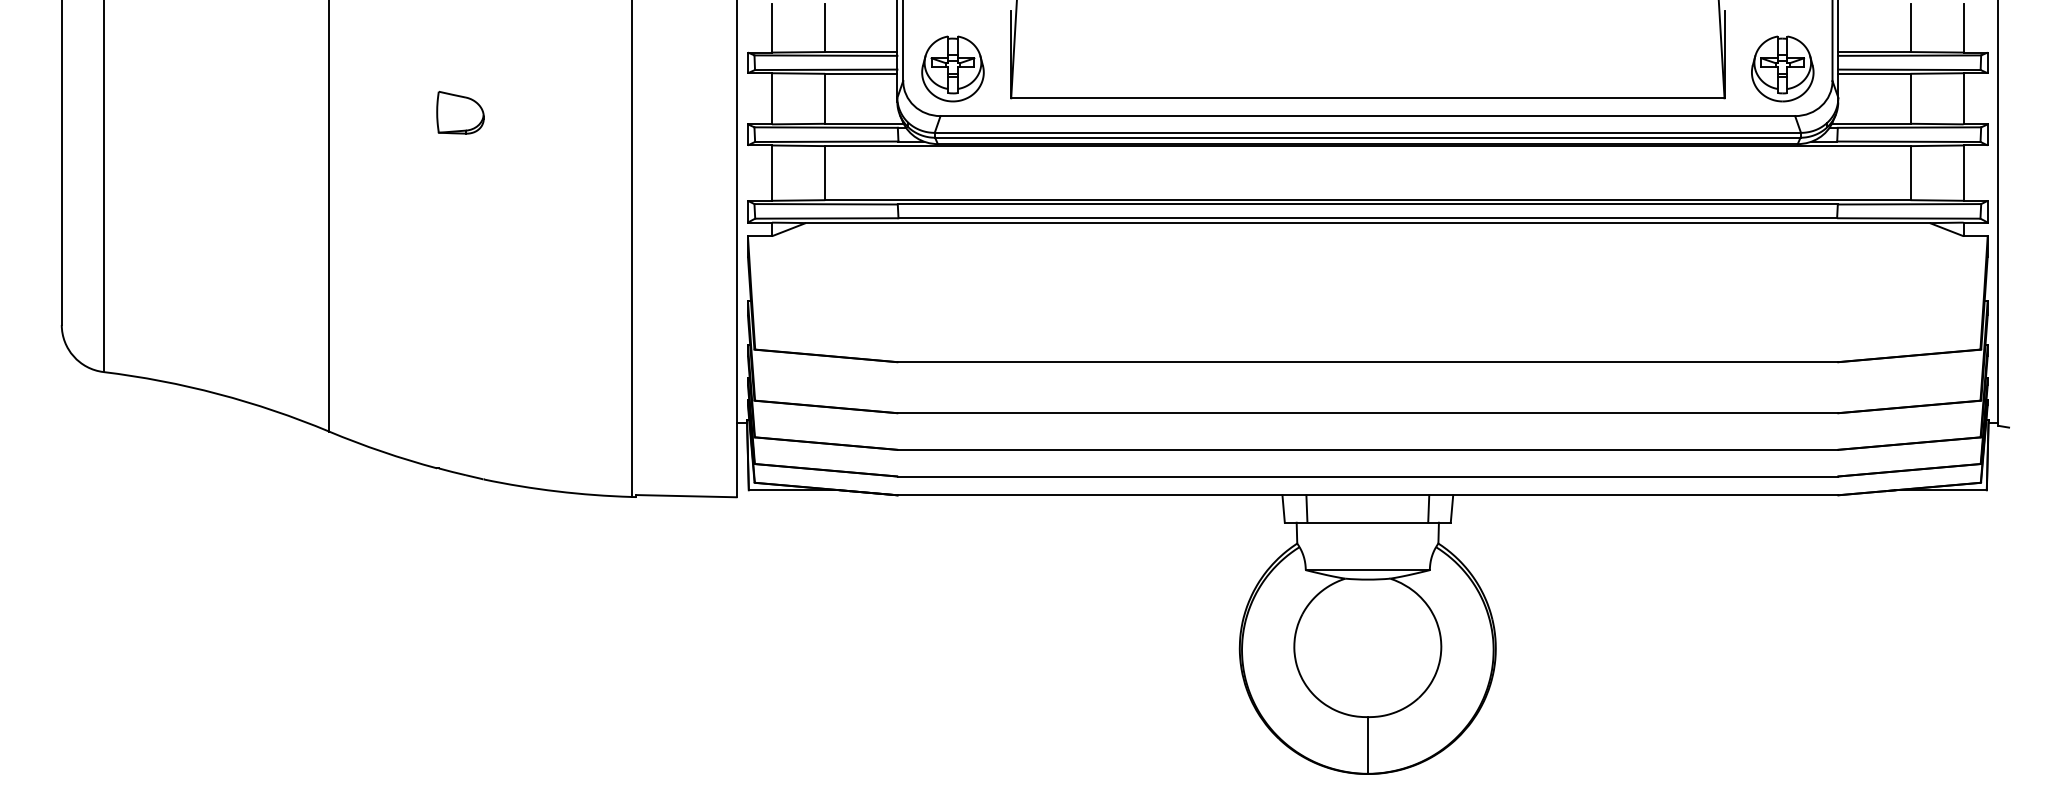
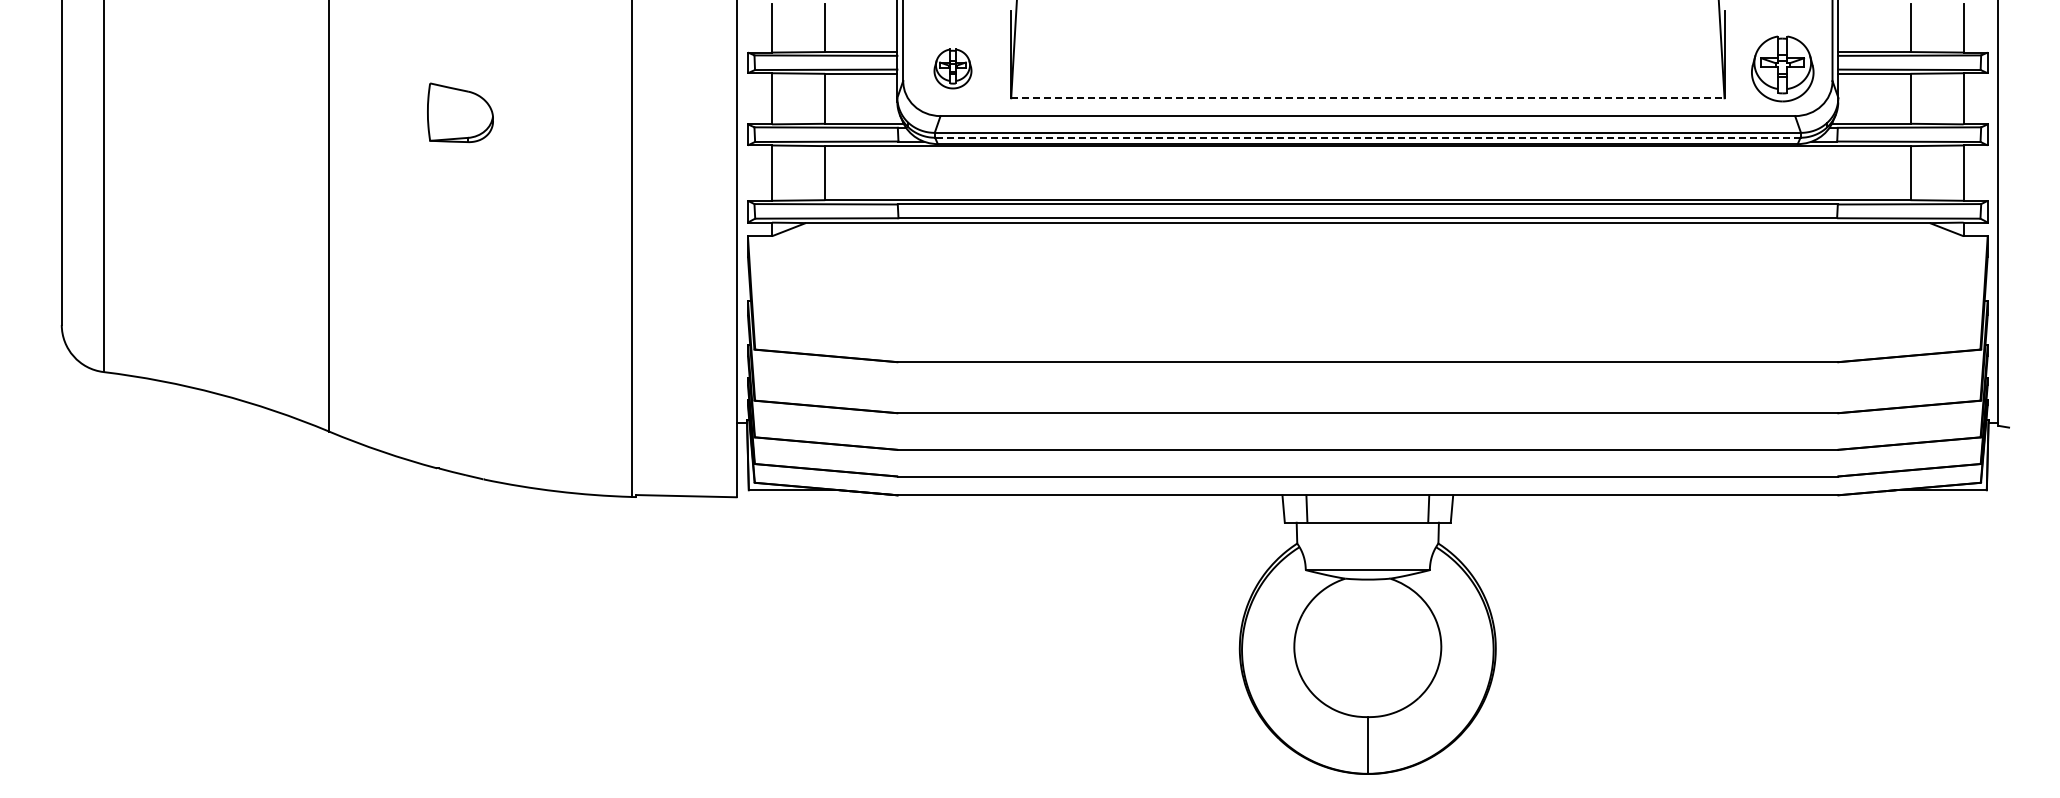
part at (952, 68) size: 64x68 px -> 40x42 px
line at (1367, 98): solid -> dashed
part at (460, 112) size: 49x45 px -> 67x62 px
line at (1367, 137): solid -> dashed
